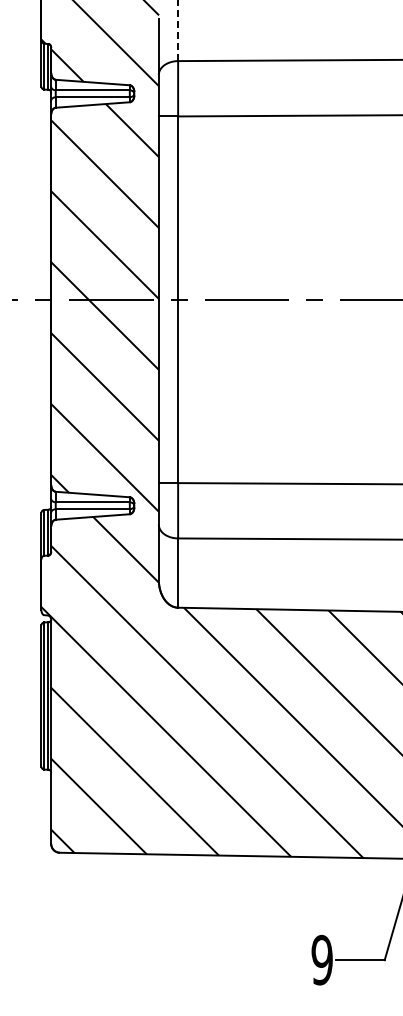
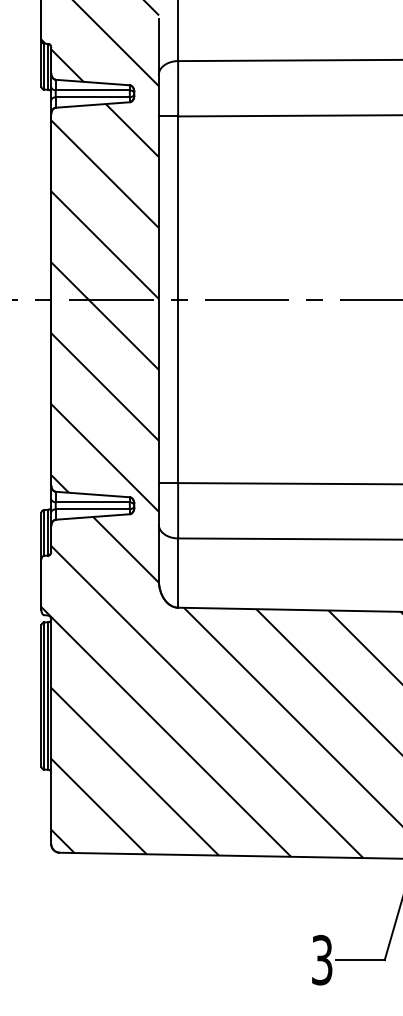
line at (178, 30): dashed -> solid
text at (321, 960): 9 -> 3
